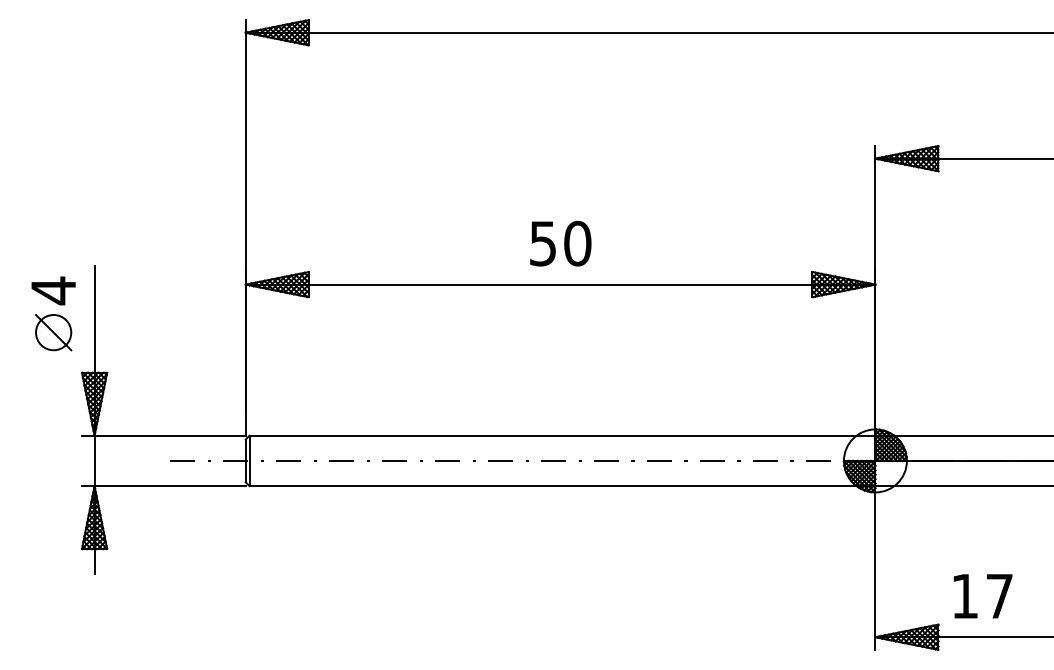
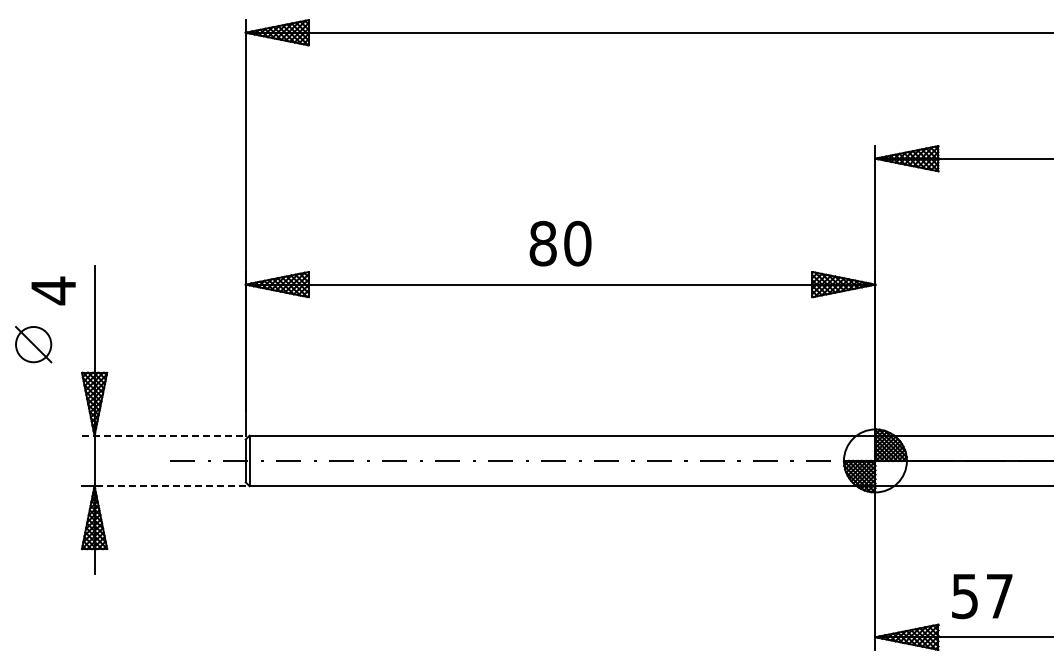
text at (542, 243): 50 -> 80
part at (53, 332) position: (53, 332) -> (33, 344)
line at (163, 435): solid -> dashed
line at (170, 486): solid -> dashed
text at (964, 596): 17 -> 57
